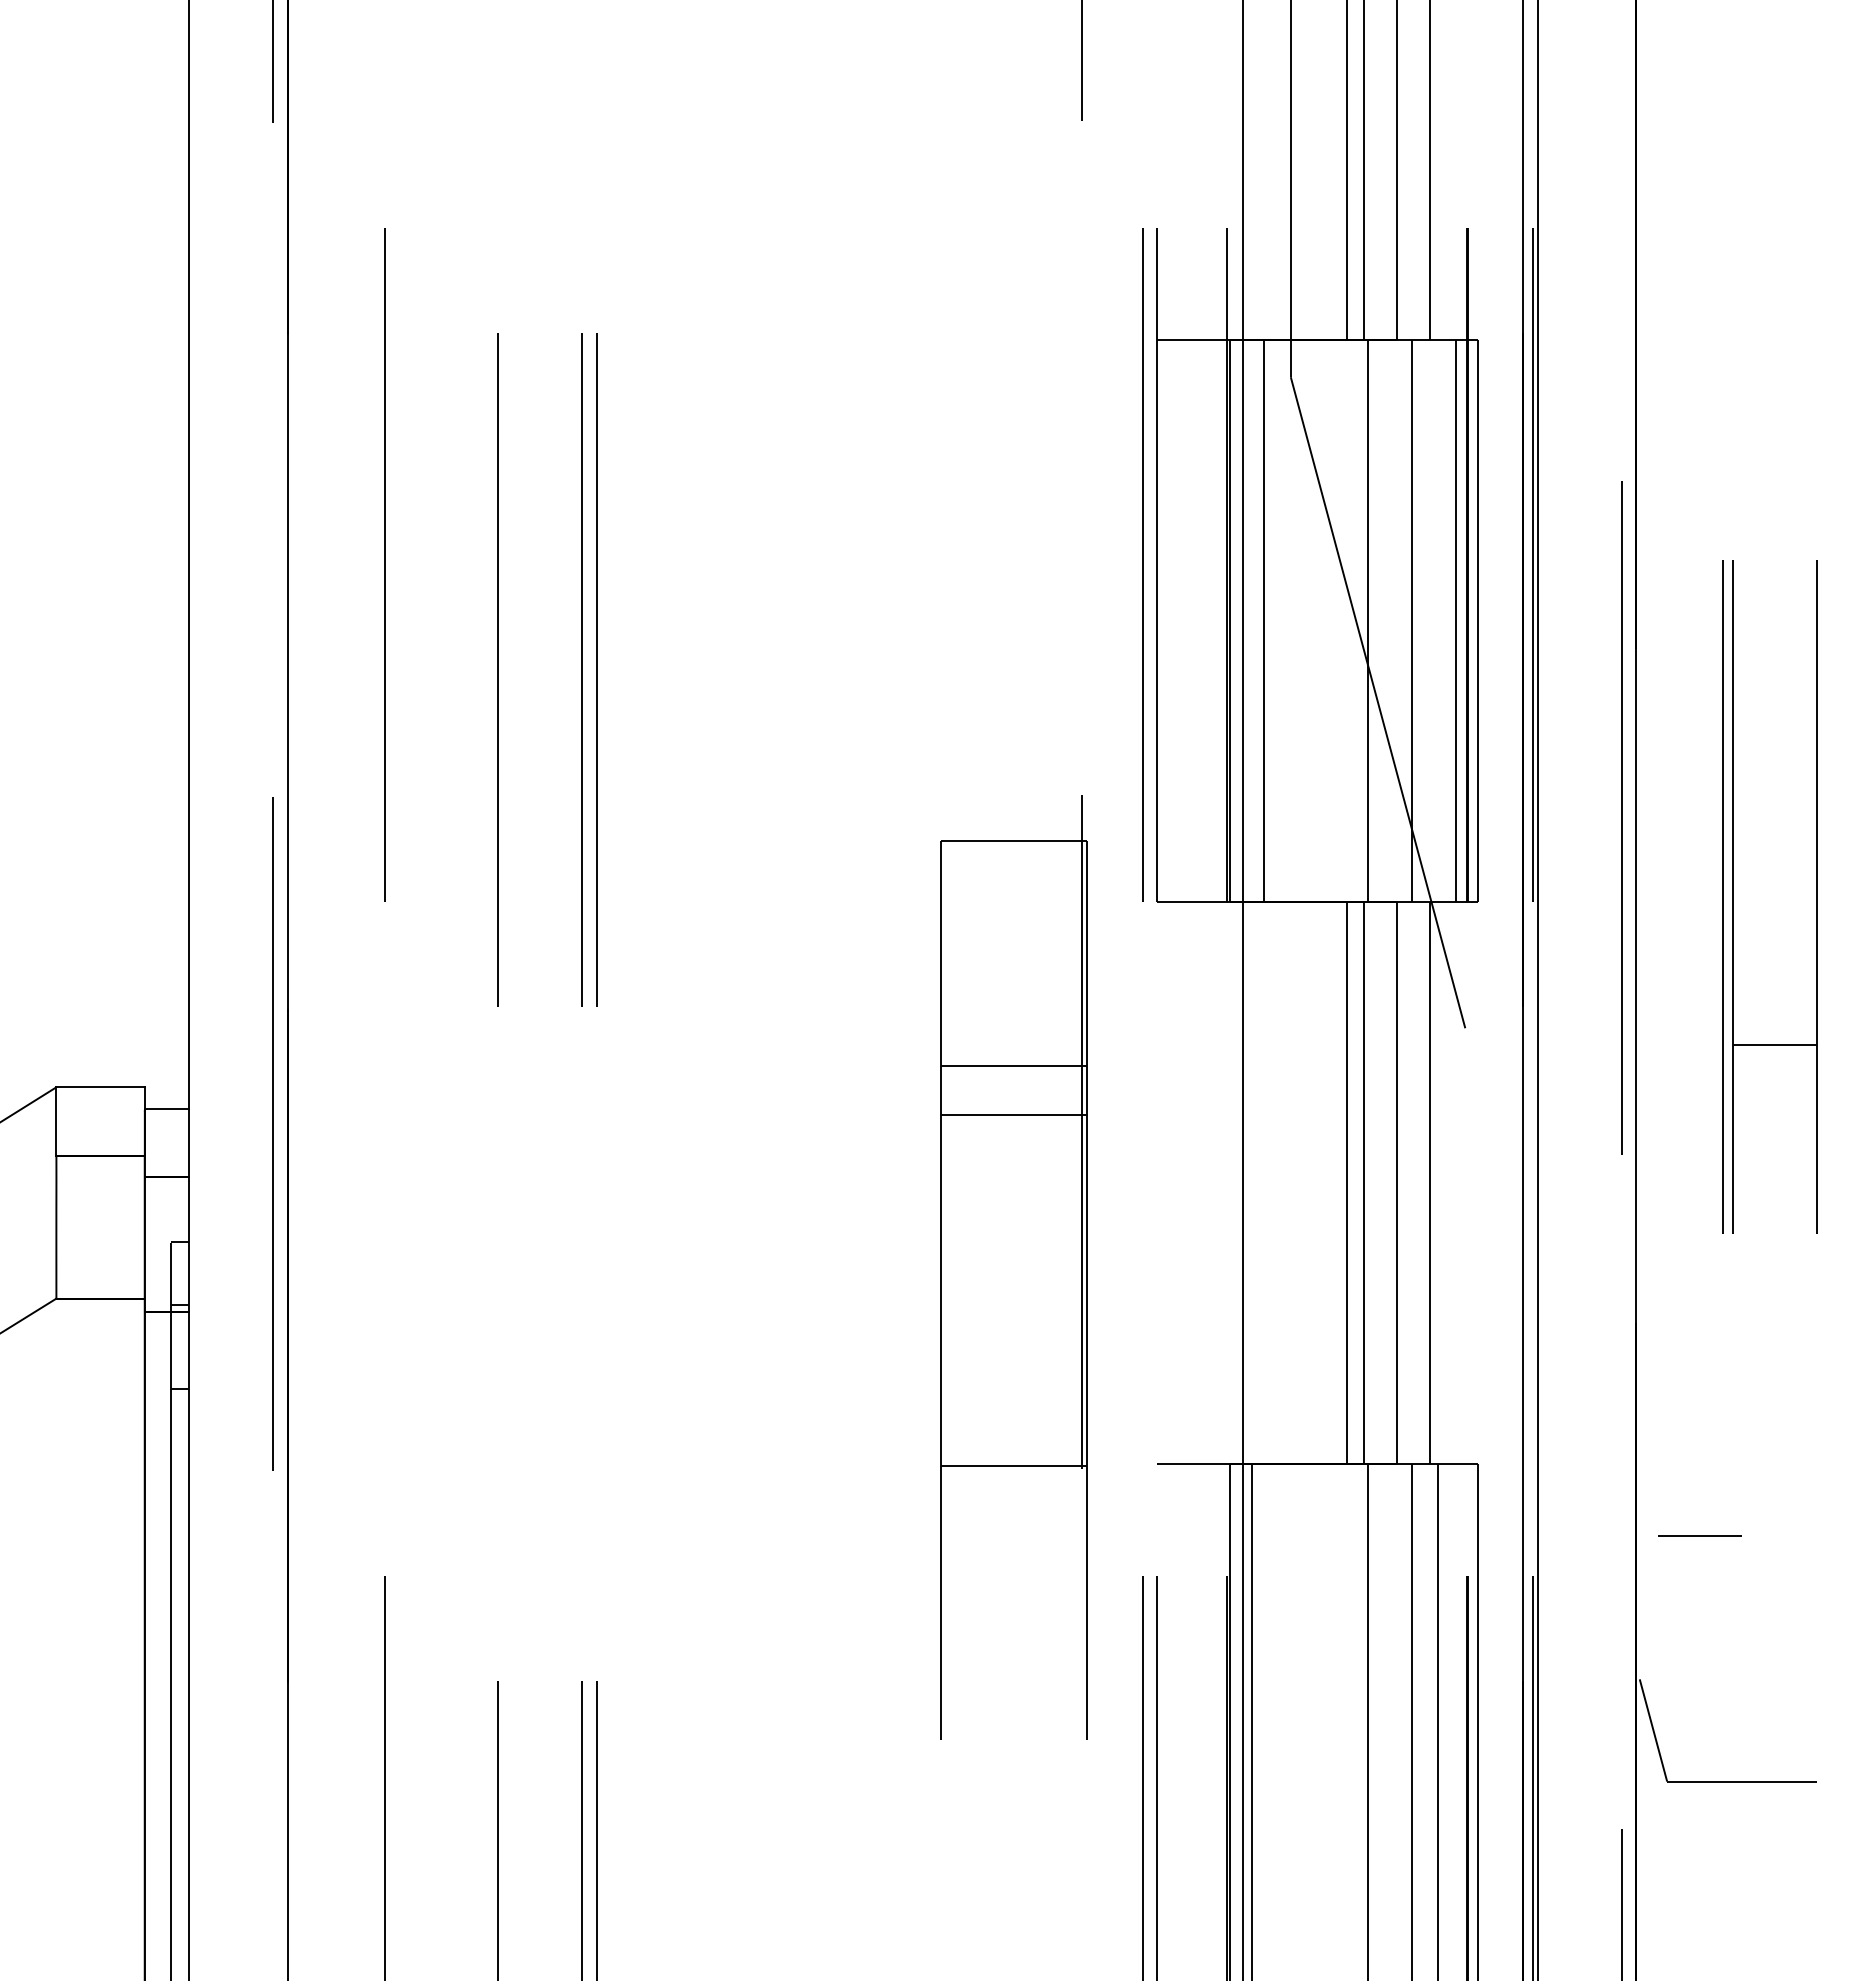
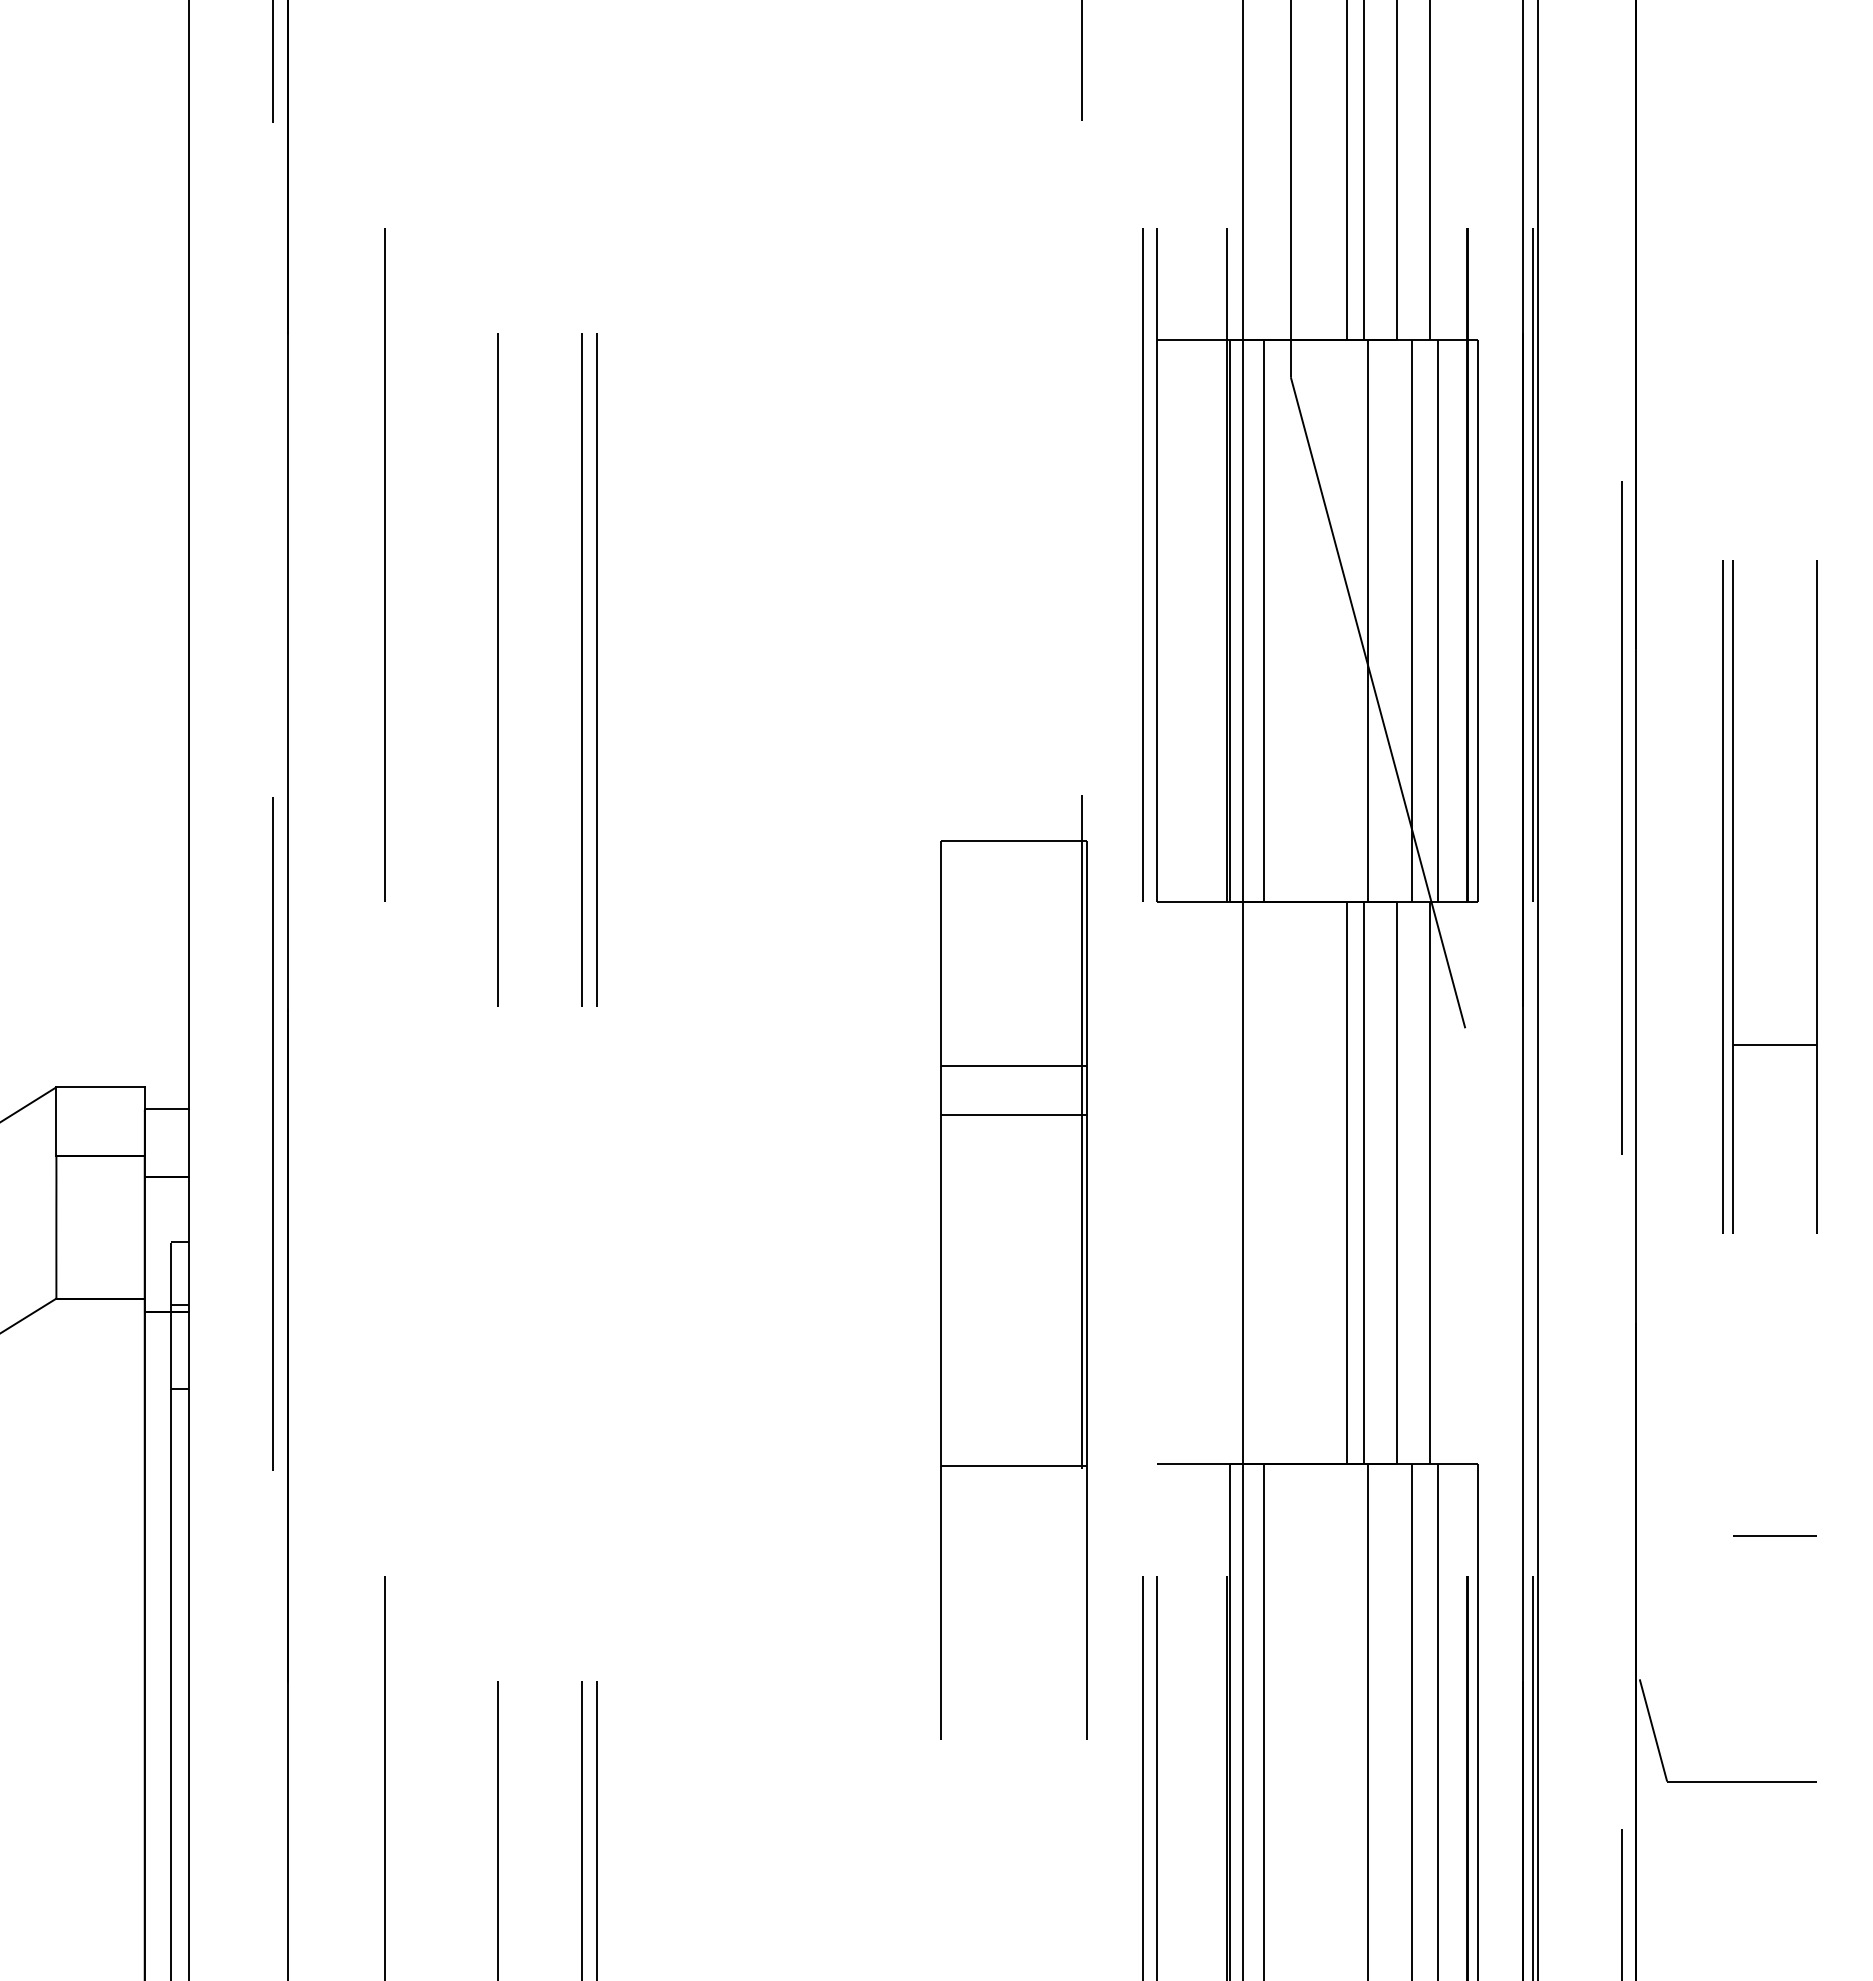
line at (1456, 621) position: (1456, 621) -> (1438, 621)
line at (1699, 1535) position: (1699, 1535) -> (1774, 1535)
line at (1251, 1720) position: (1251, 1720) -> (1263, 1720)
